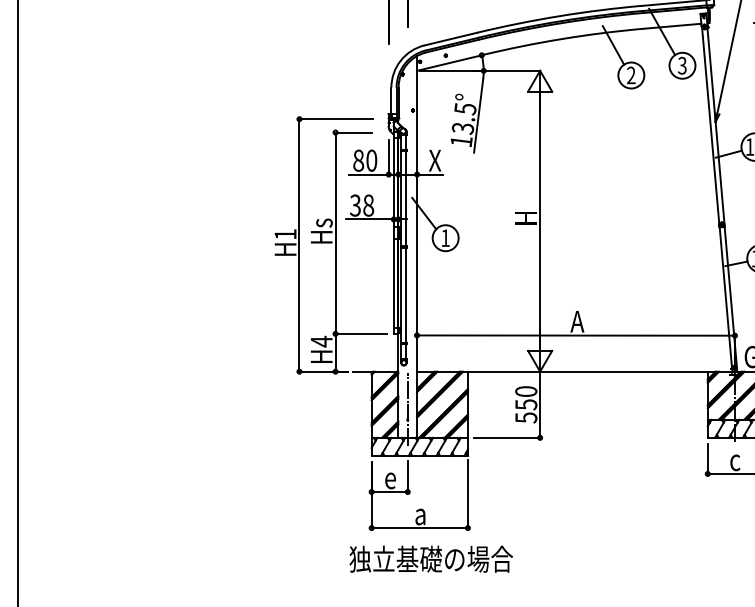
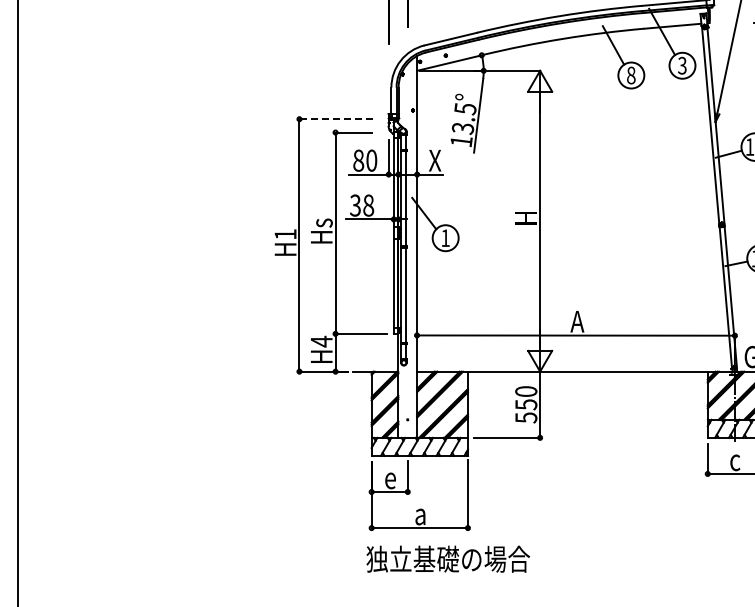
text at (631, 75): 2 -> 8
line at (335, 119): solid -> dashed
line at (407, 408): present -> none
text at (430, 558) position: (430, 558) -> (447, 558)
